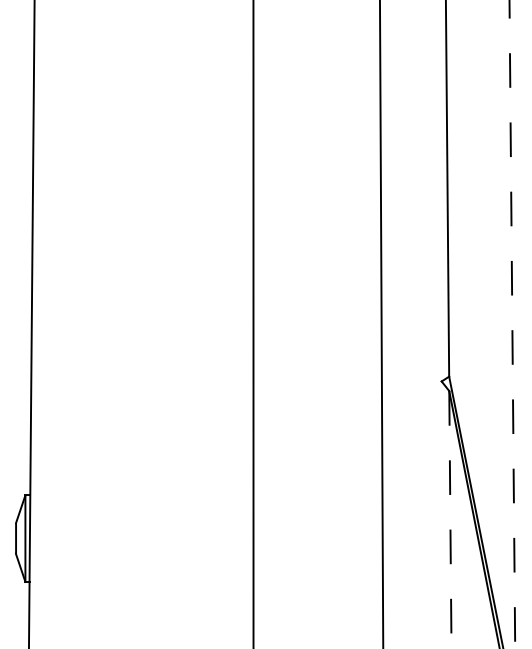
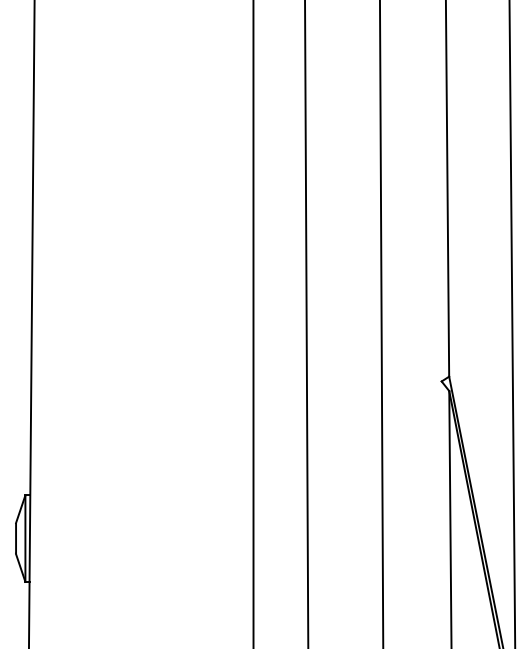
line at (306, 323): none -> present
line at (512, 324): dashed -> solid
line at (450, 520): dashed -> solid
